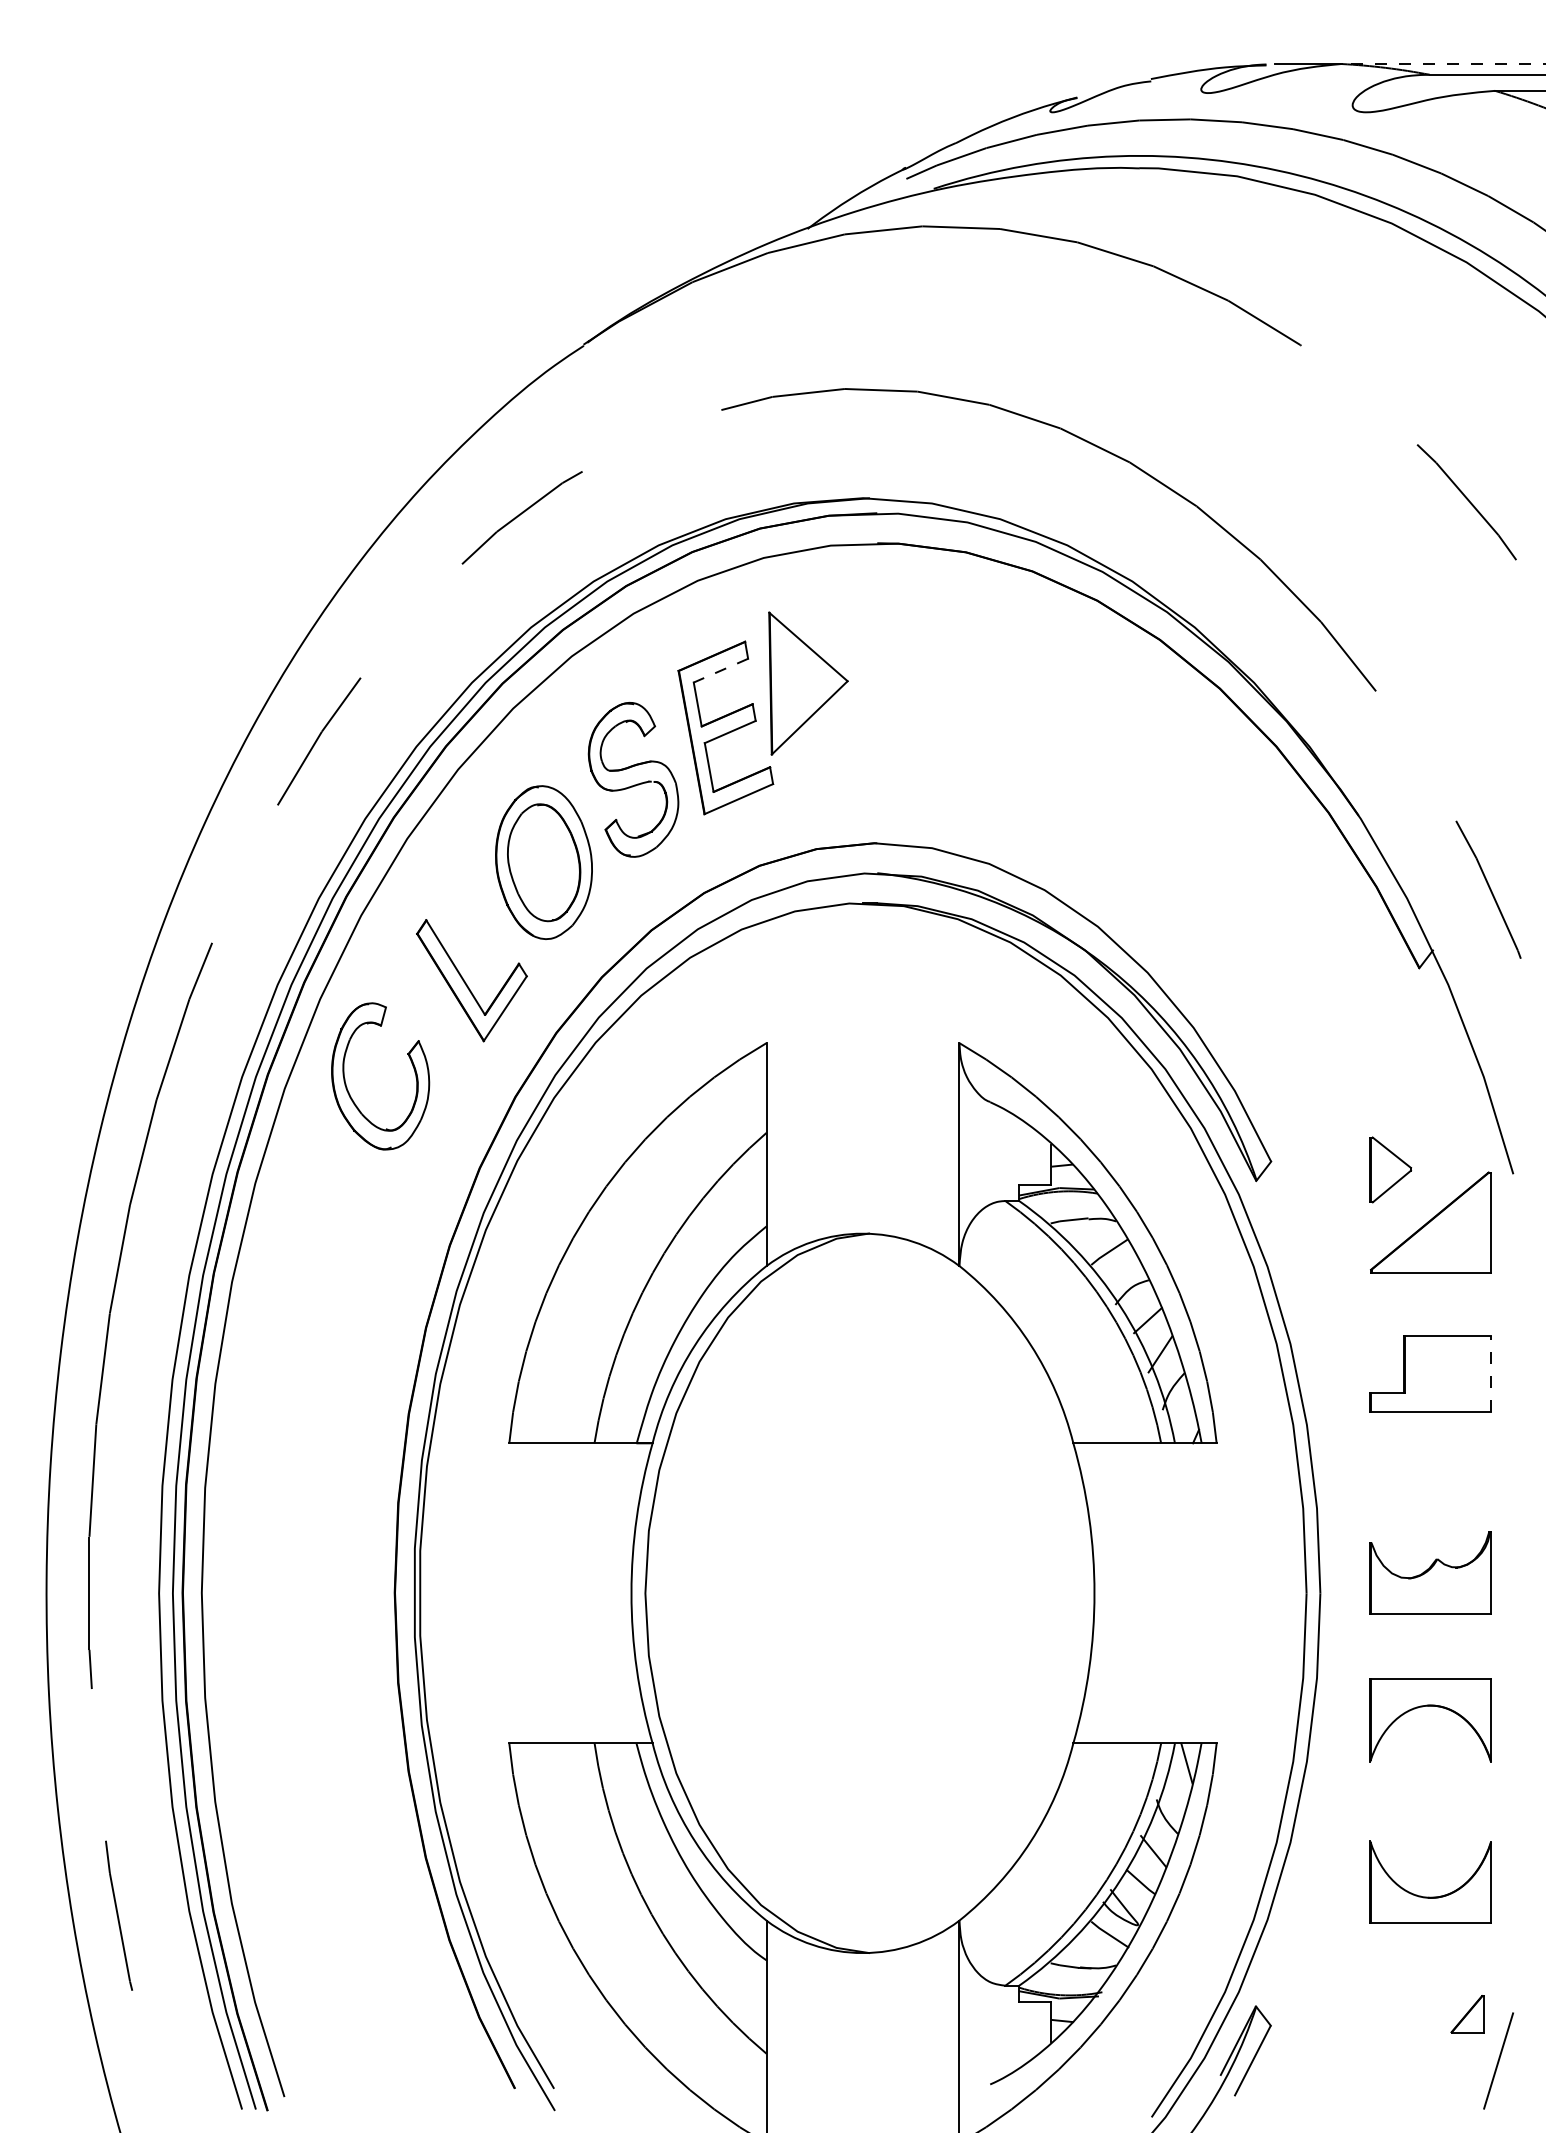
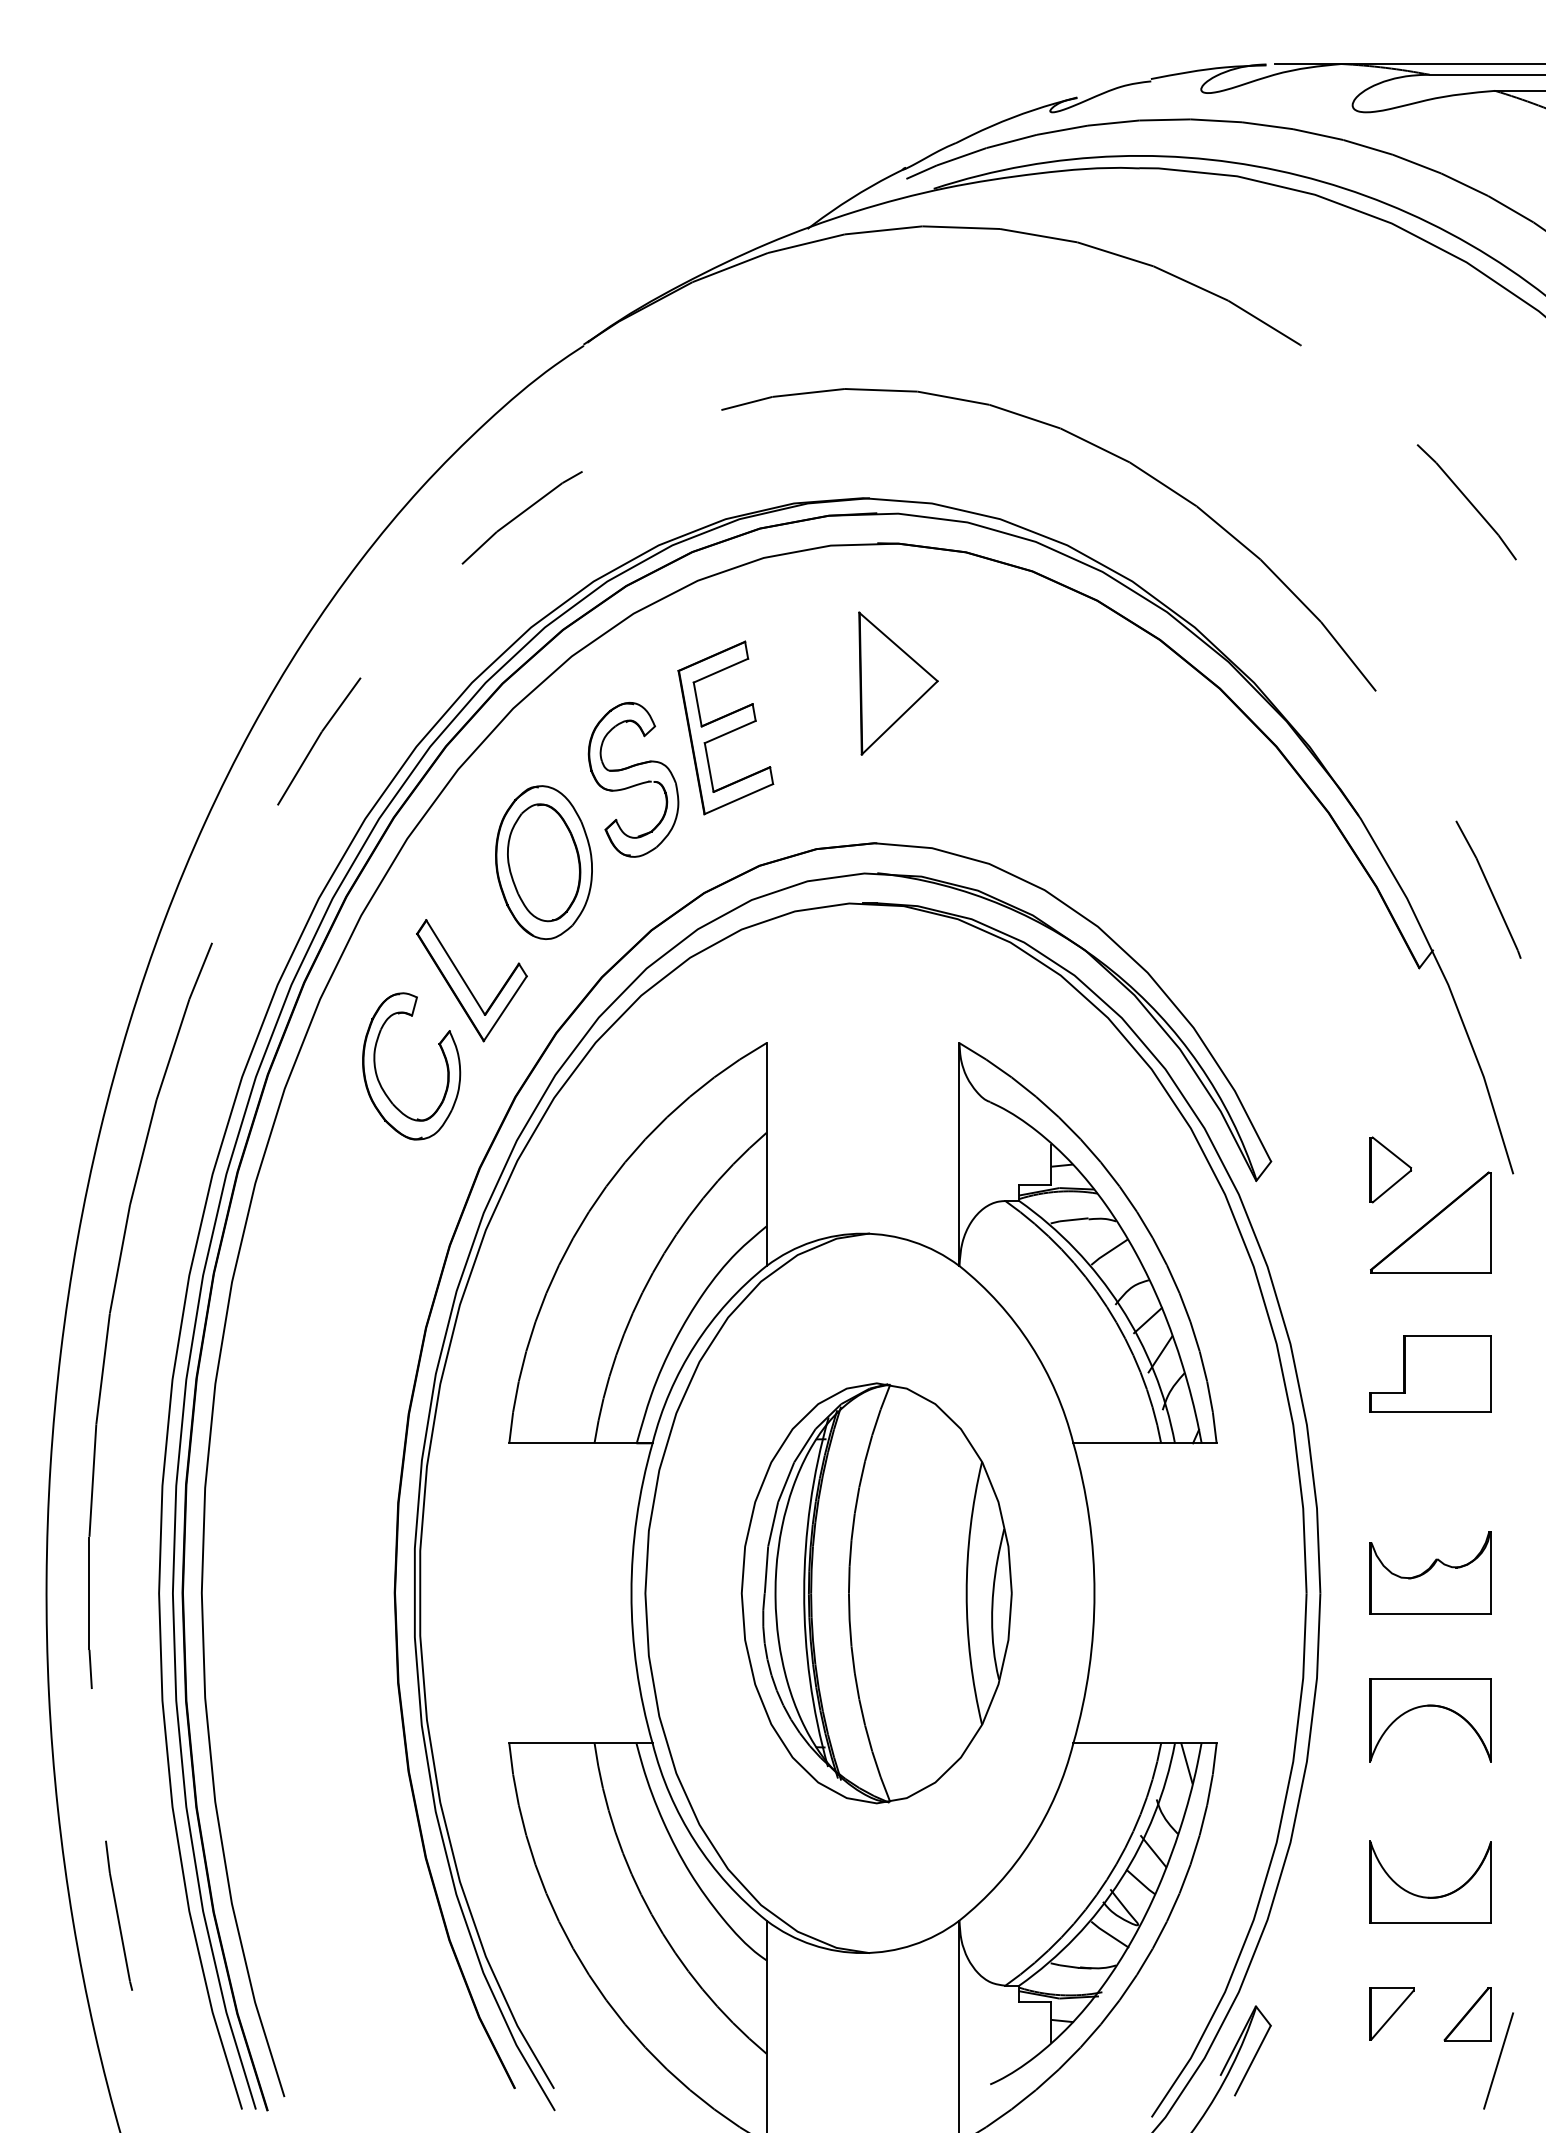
line at (1443, 63): dashed -> solid
line at (720, 670): dashed -> solid
part at (808, 683) position: (808, 683) -> (898, 683)
part at (412, 1066) position: (412, 1066) -> (443, 1056)
line at (1490, 1373): dashed -> solid
part at (876, 1593): none -> present
part at (1391, 2013): none -> present
part at (1467, 2014) size: 35x39 px -> 49x55 px
